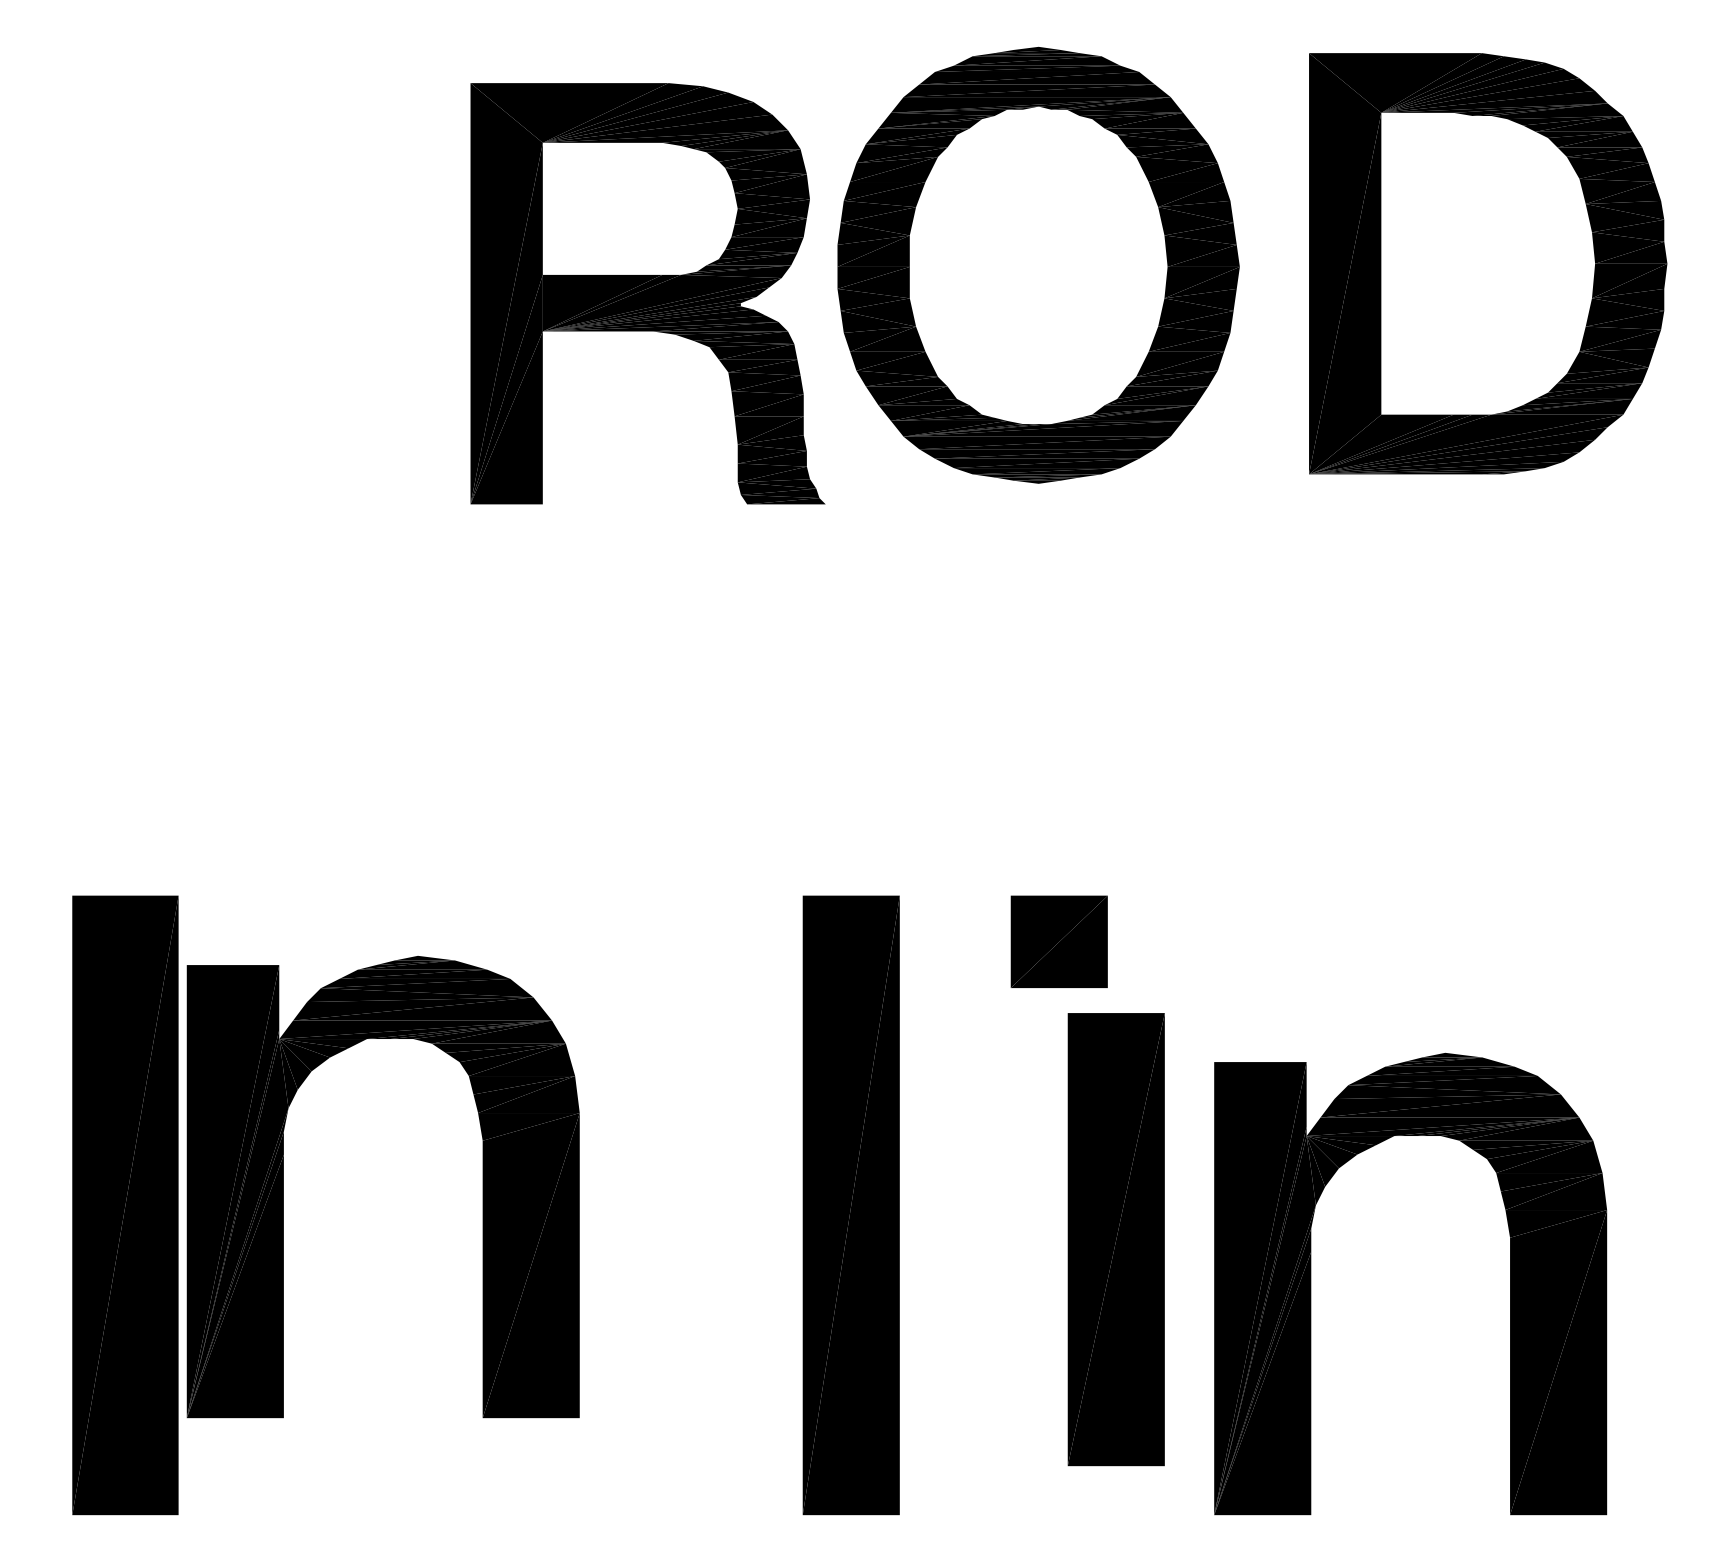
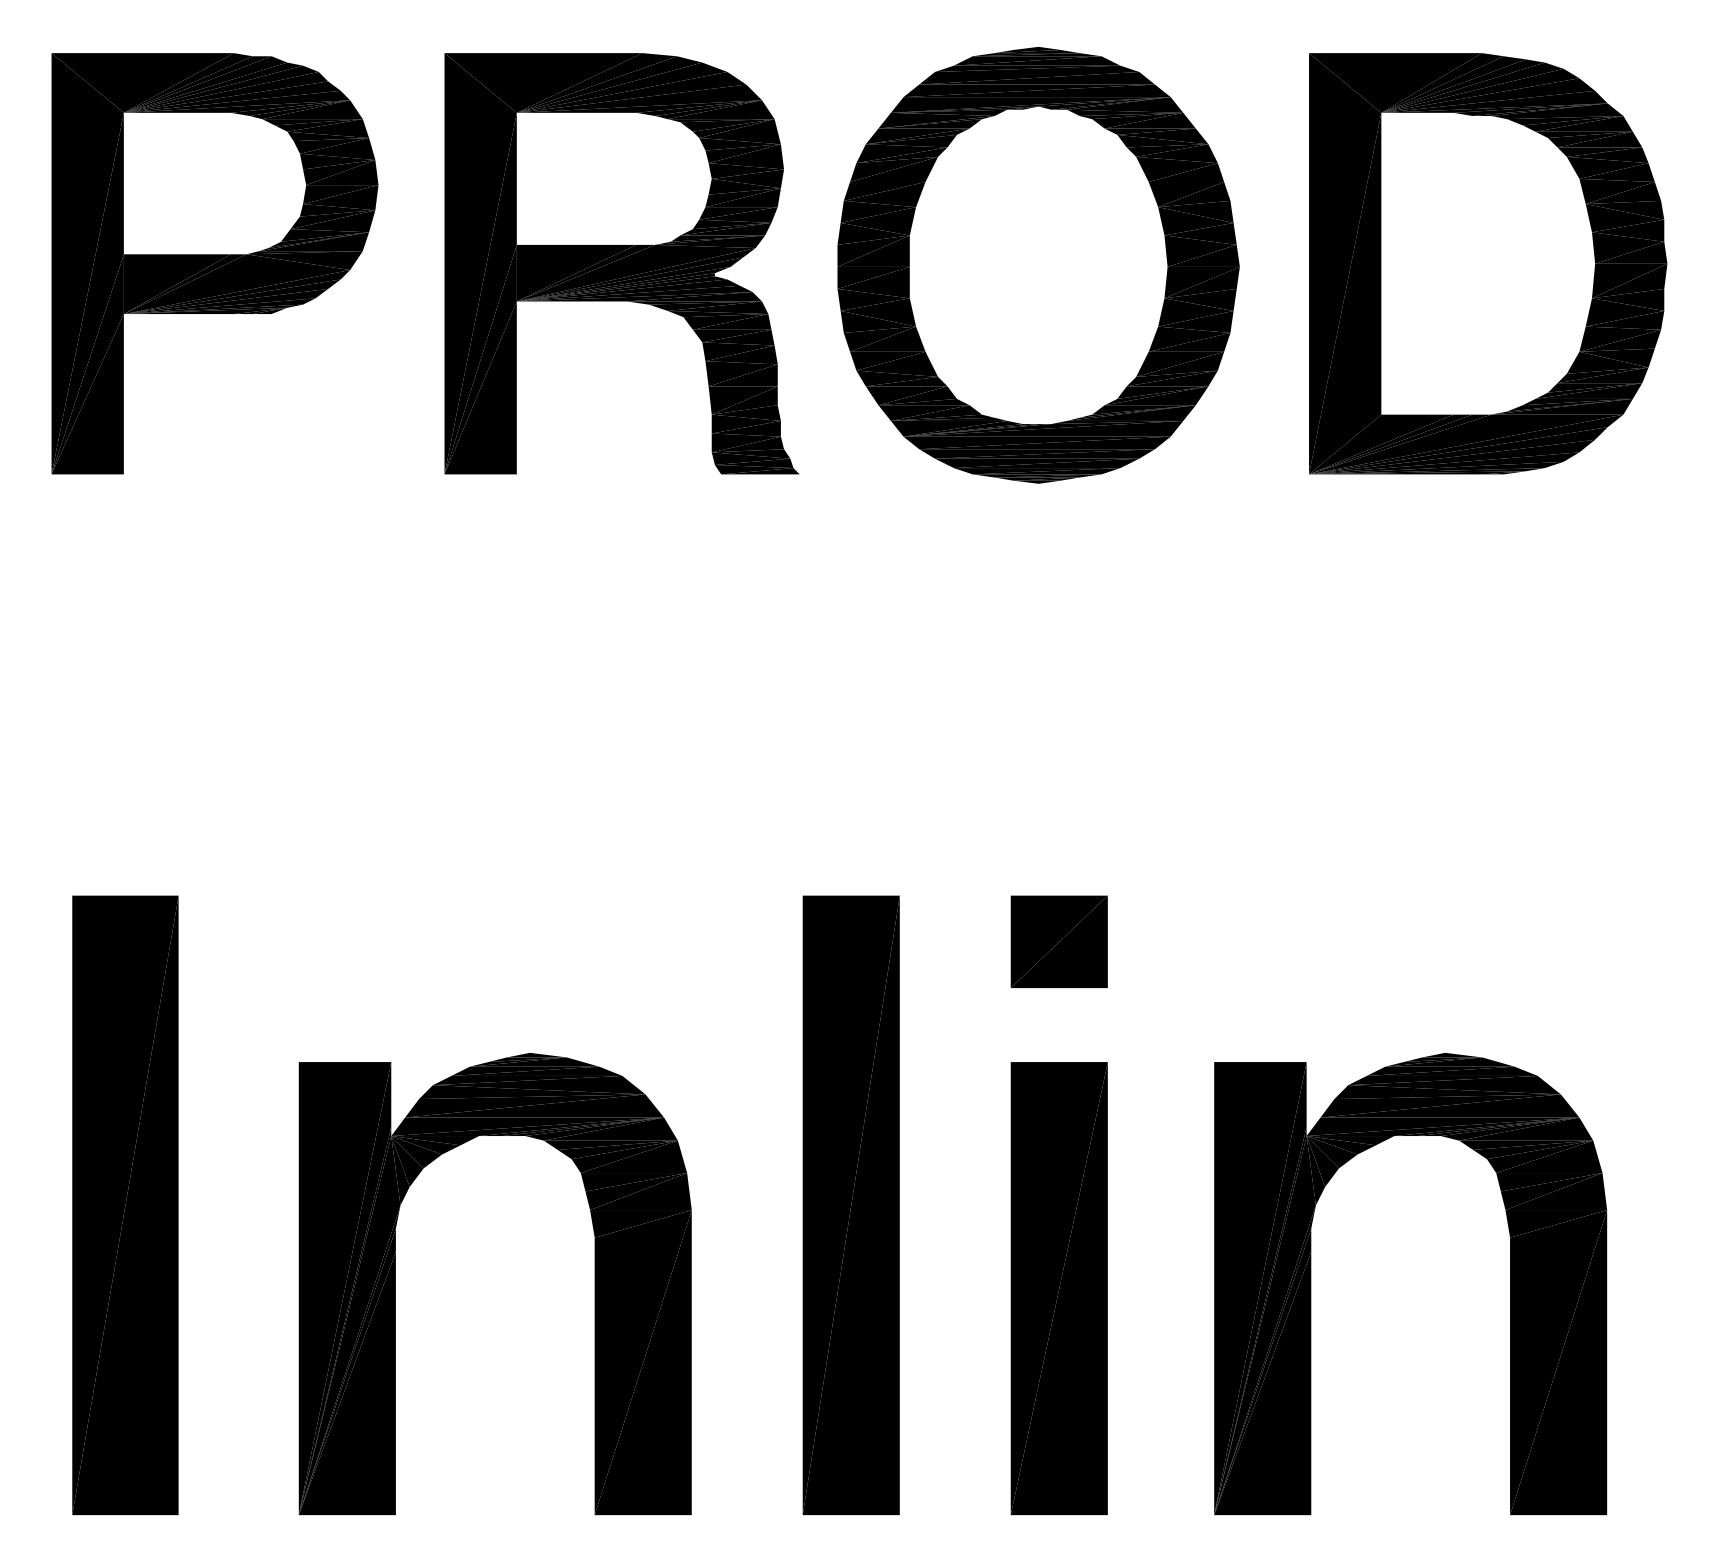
part at (214, 263): none -> present
part at (647, 293) position: (647, 293) -> (621, 263)
part at (283, 1187) position: (283, 1187) -> (395, 1284)
part at (1115, 1239) position: (1115, 1239) -> (1058, 1288)
